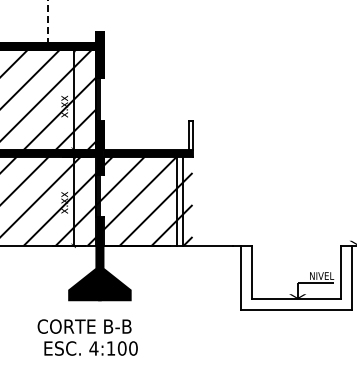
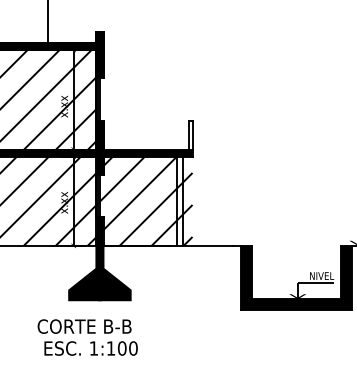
line at (47, 22): dashed -> solid
fill at (296, 277): none -> present
text at (93, 348): 4:100 -> 1:100
